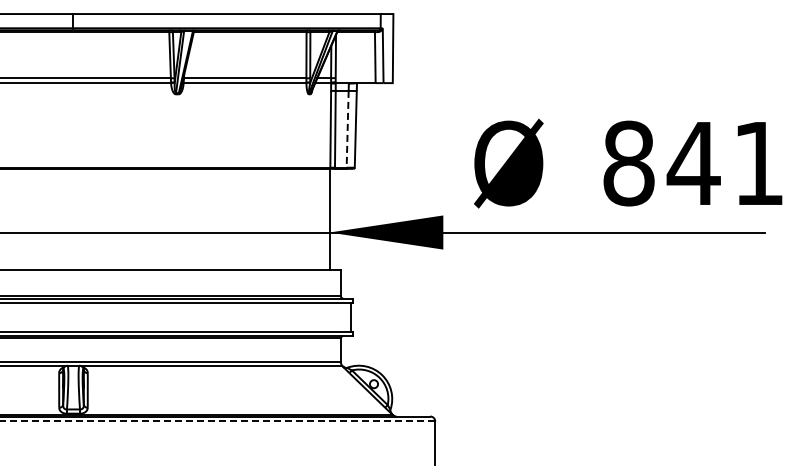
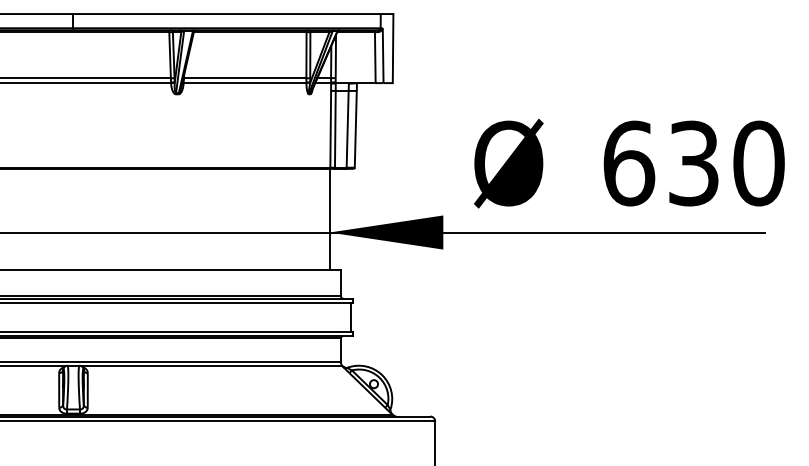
line at (347, 129): dashed -> solid
text at (693, 163): 841 -> 630
line at (217, 421): dashed -> solid
